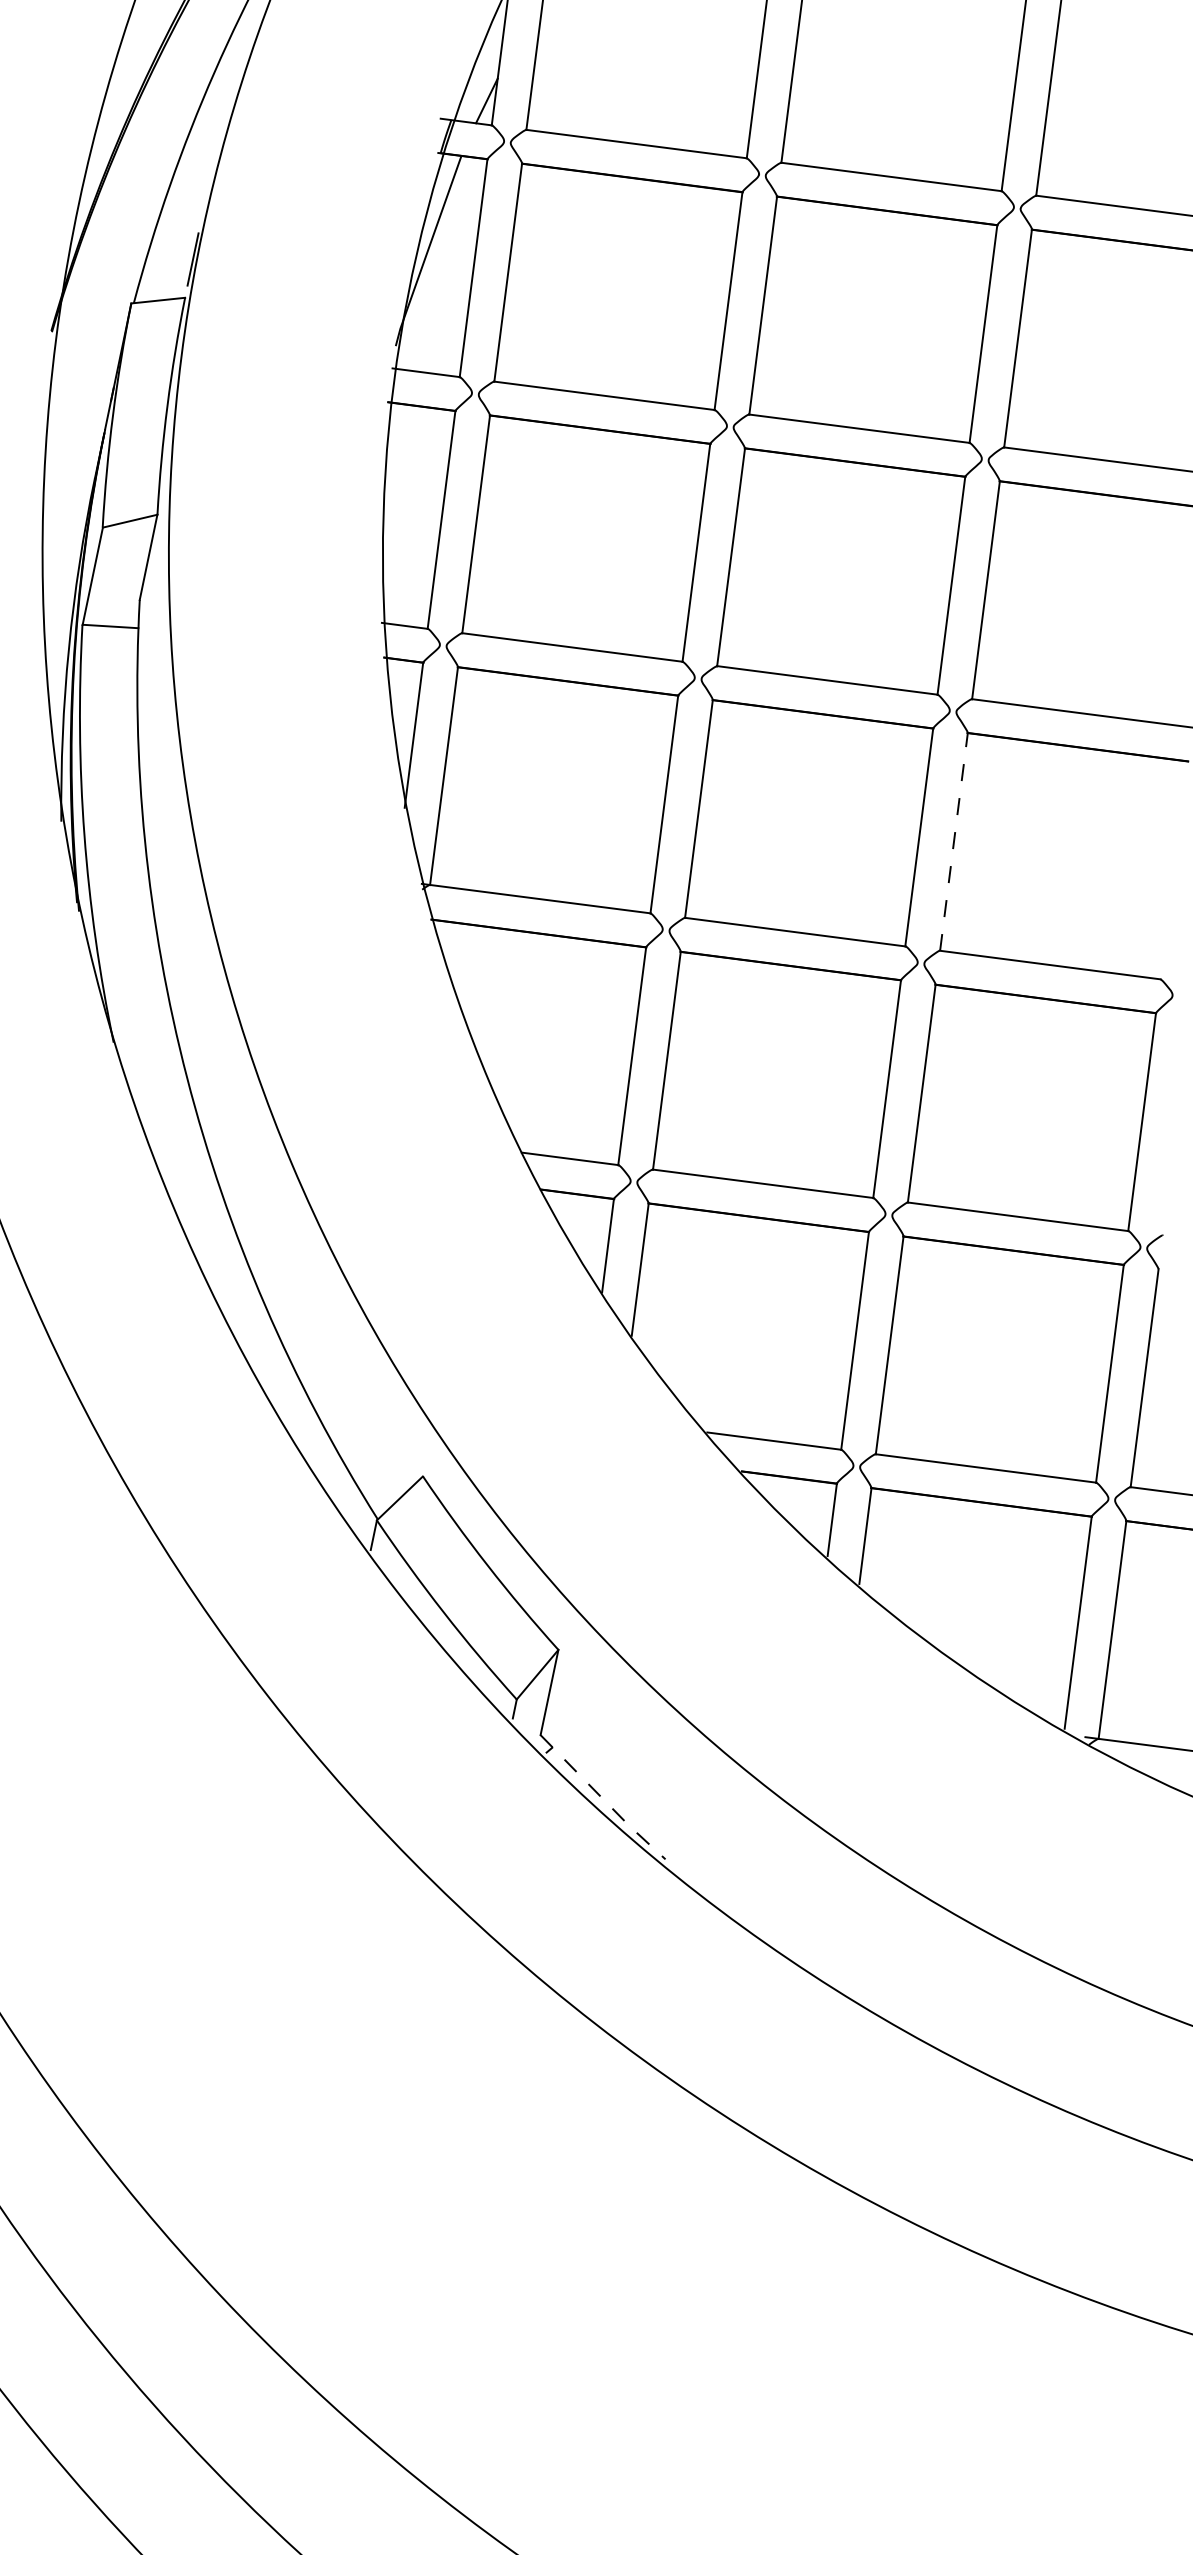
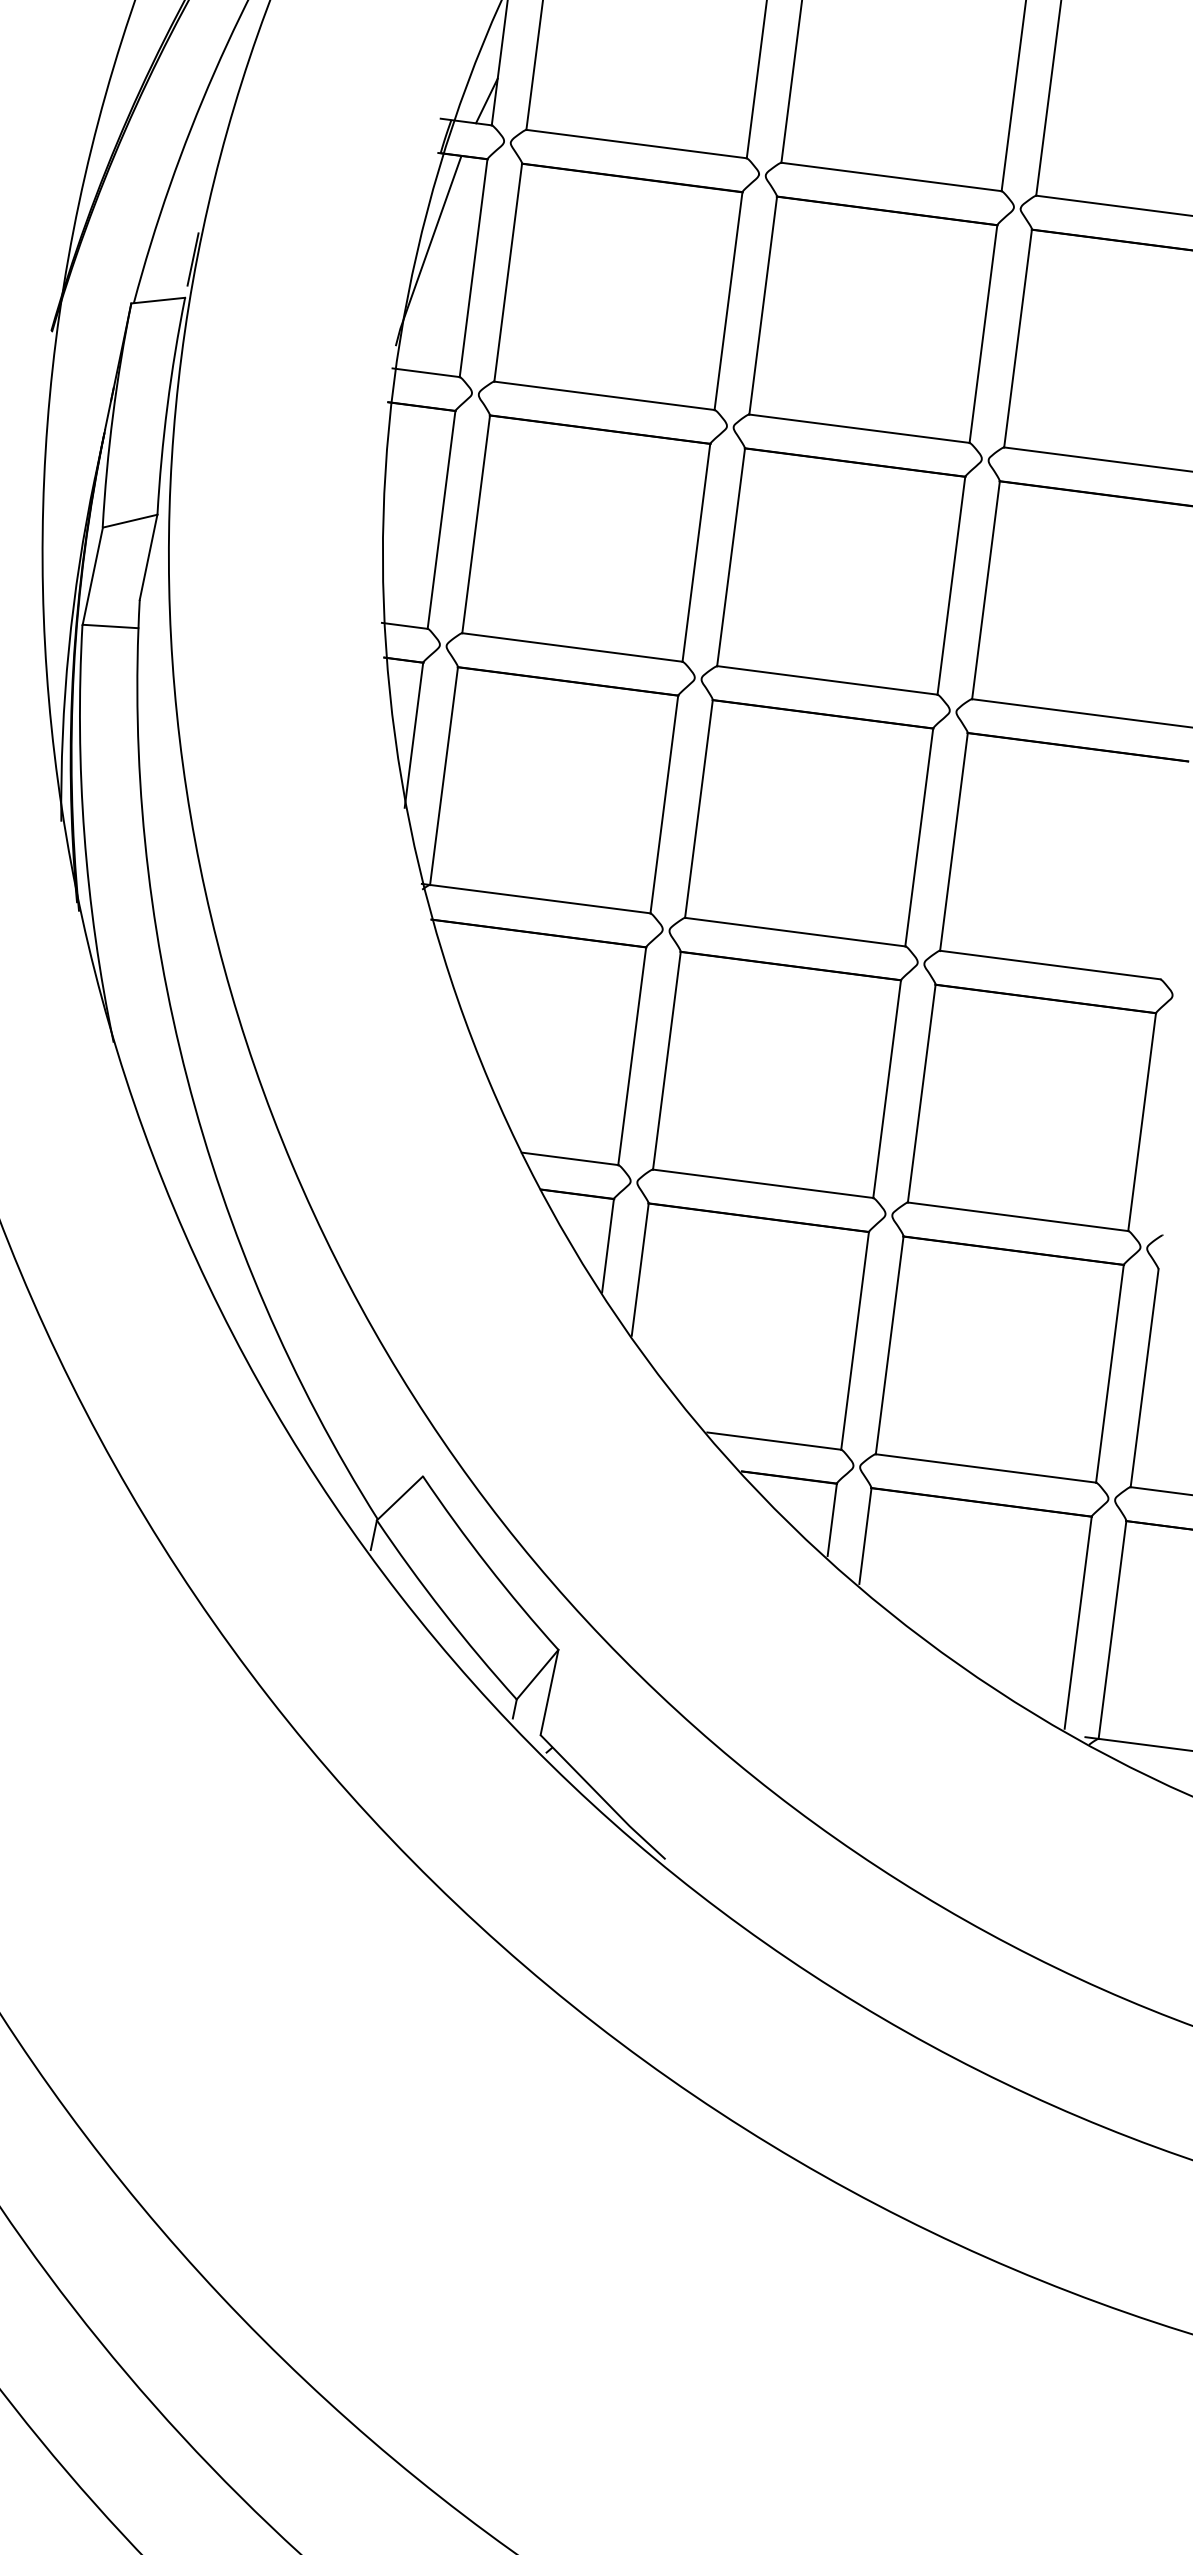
line at (953, 842): dashed -> solid
line at (602, 1798): dashed -> solid
